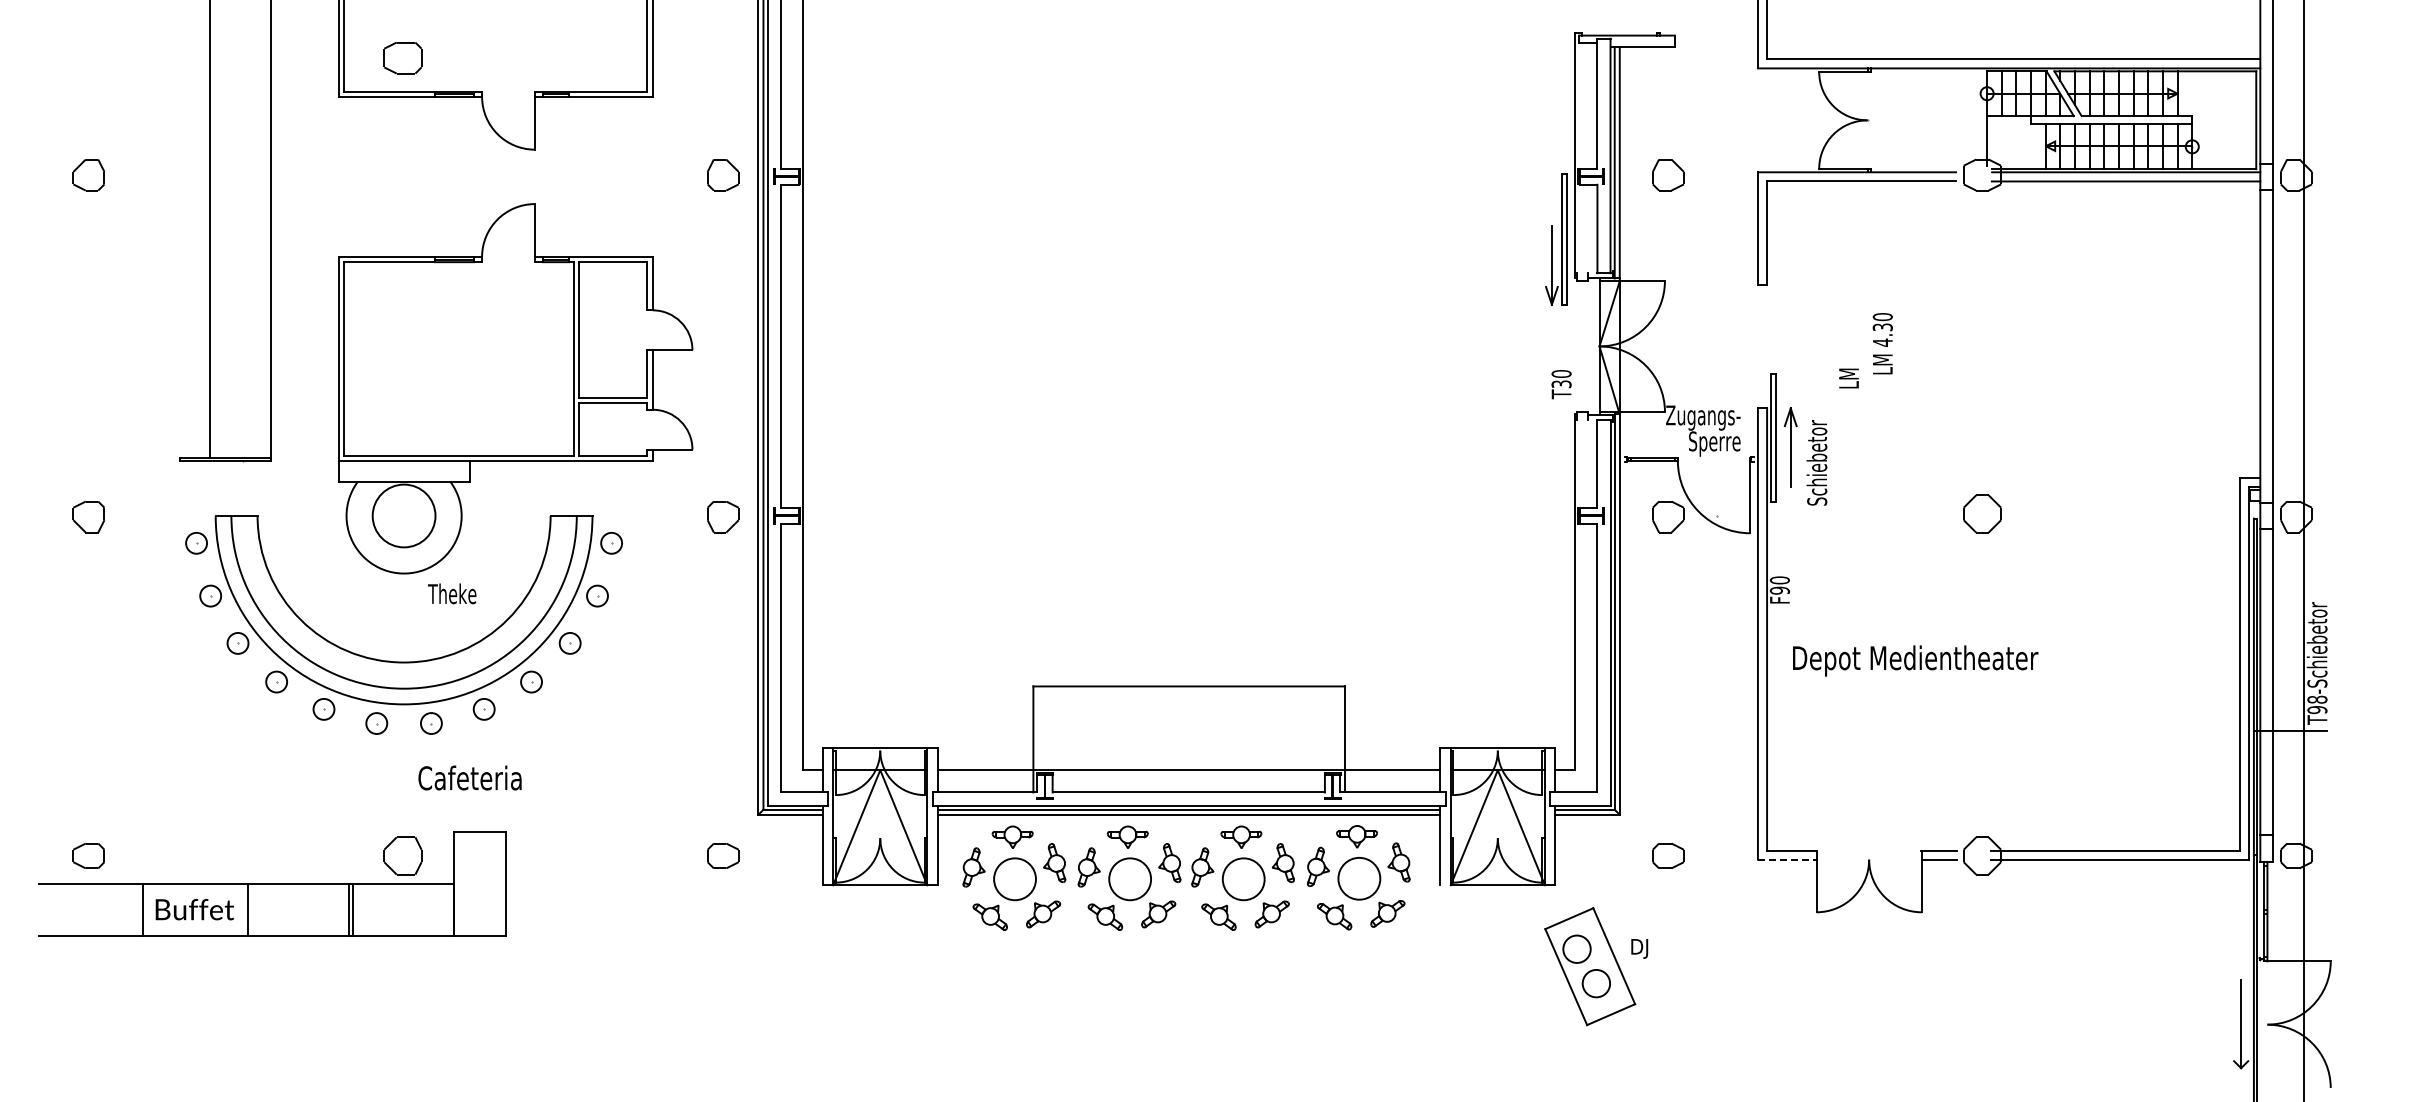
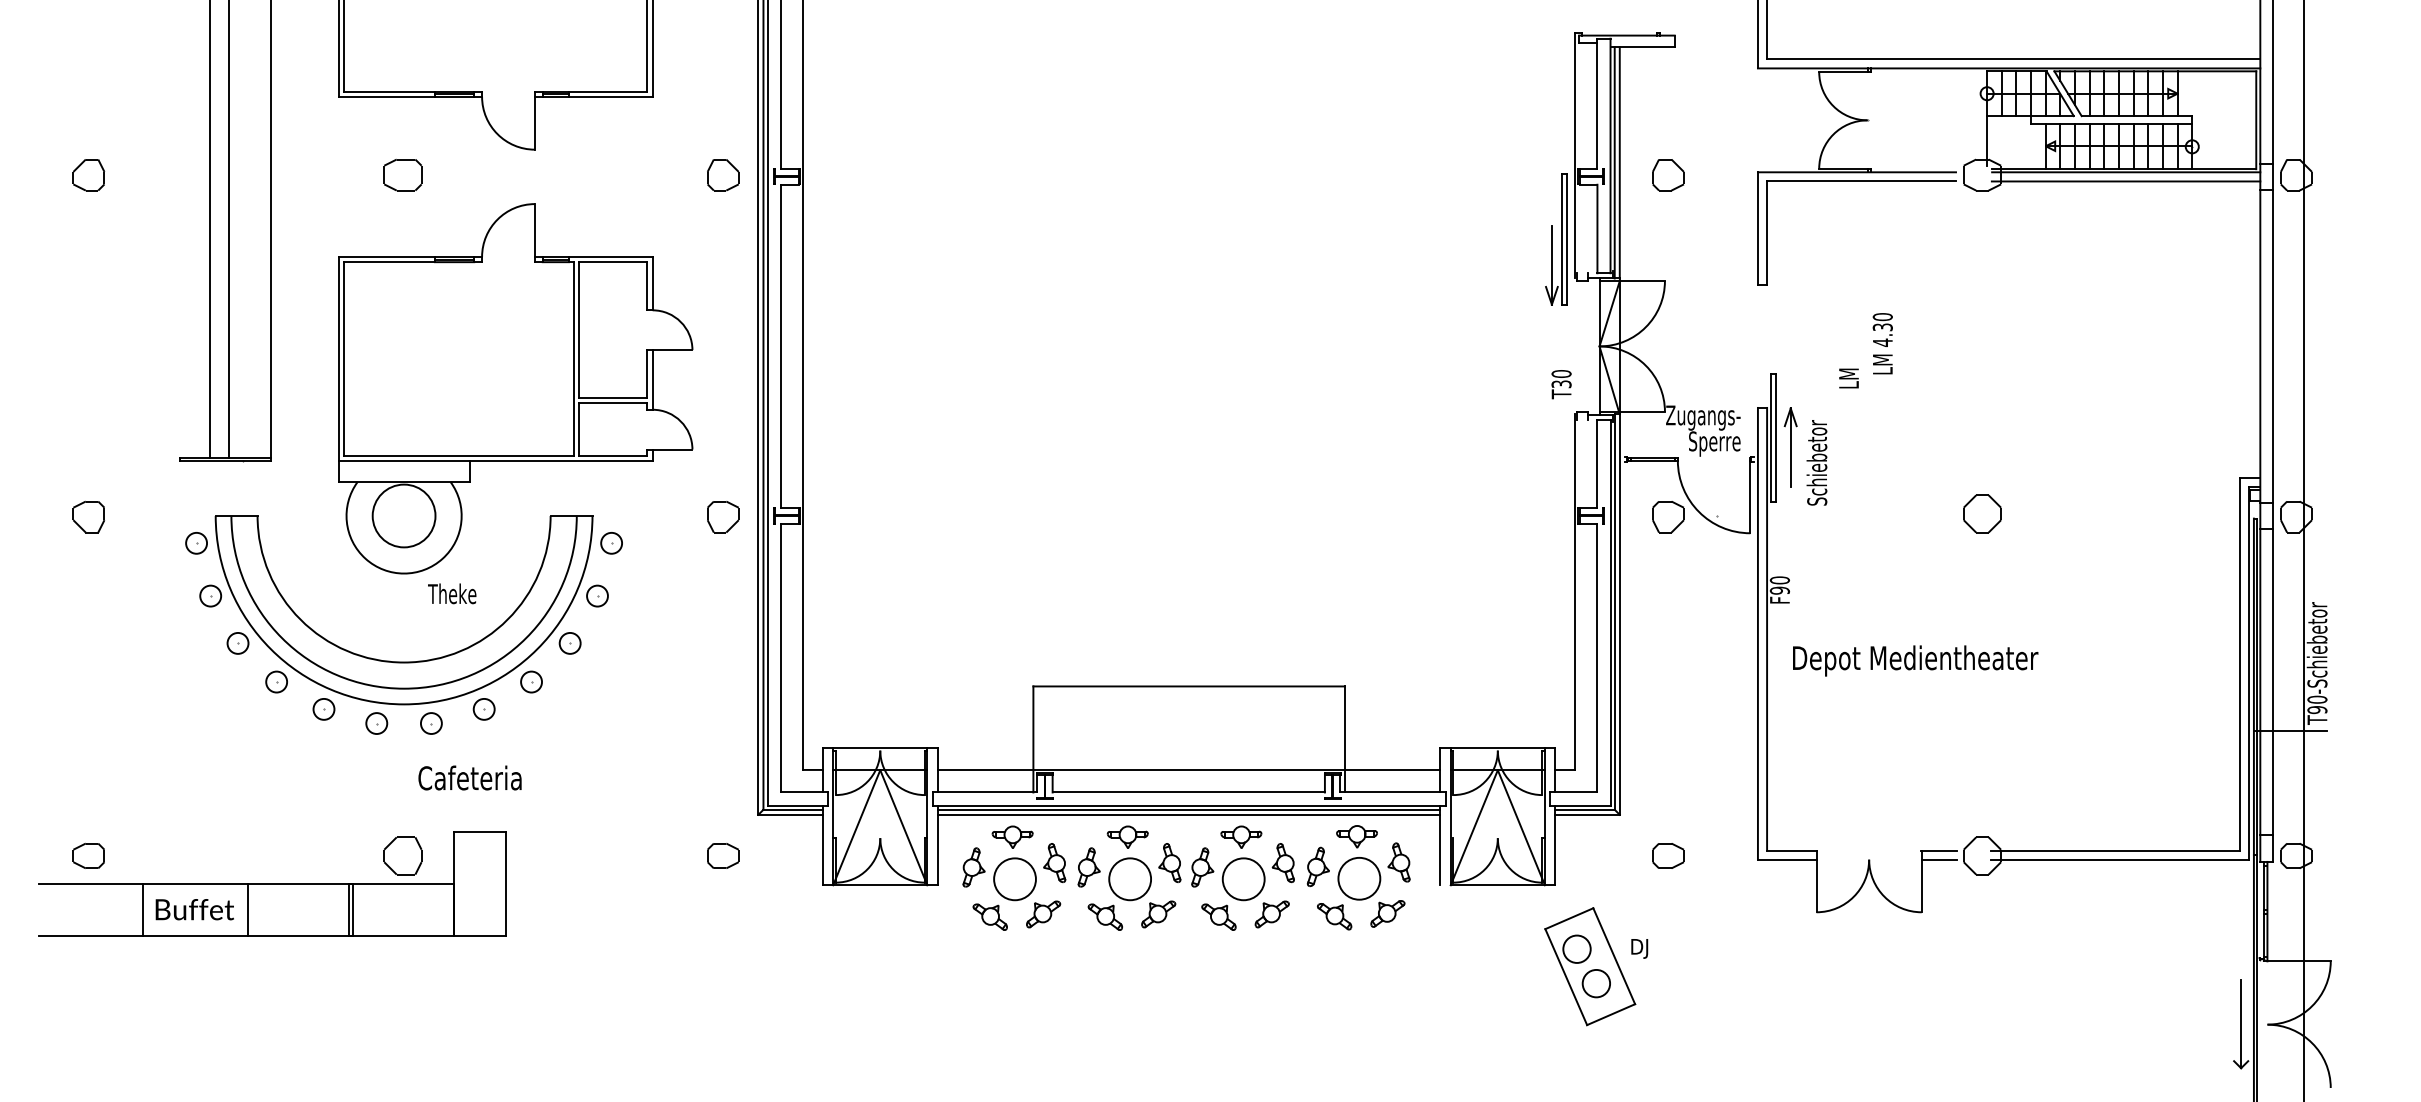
part at (402, 58) position: (402, 58) -> (402, 175)
line at (228, 230): none -> present
text at (2317, 699): T98-Schiebetor -> T90-Schiebetor
line at (1787, 859): dashed -> solid
